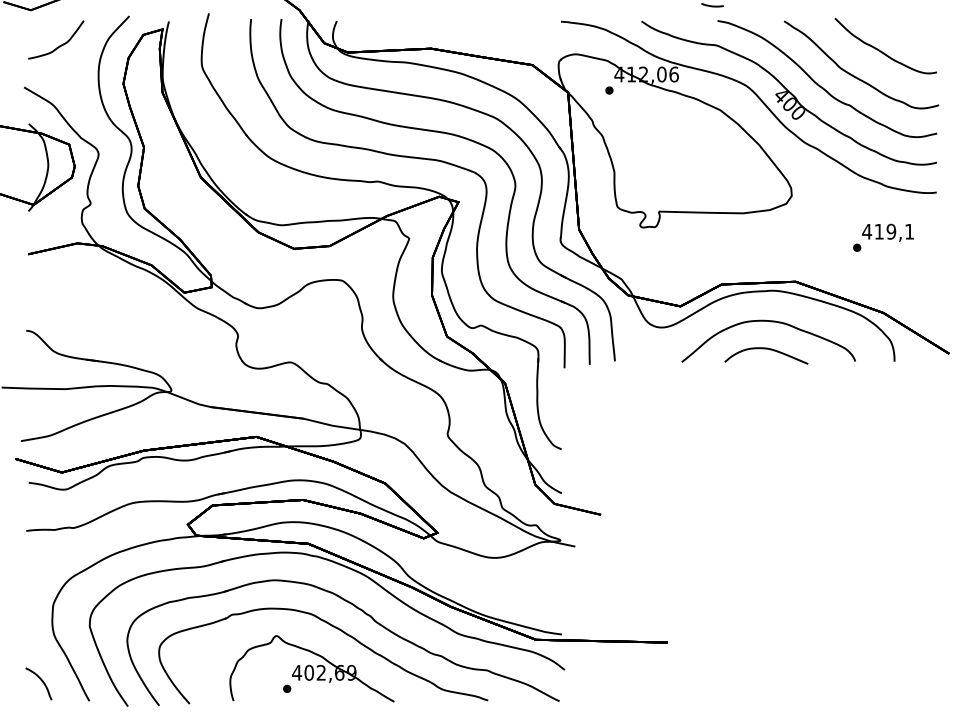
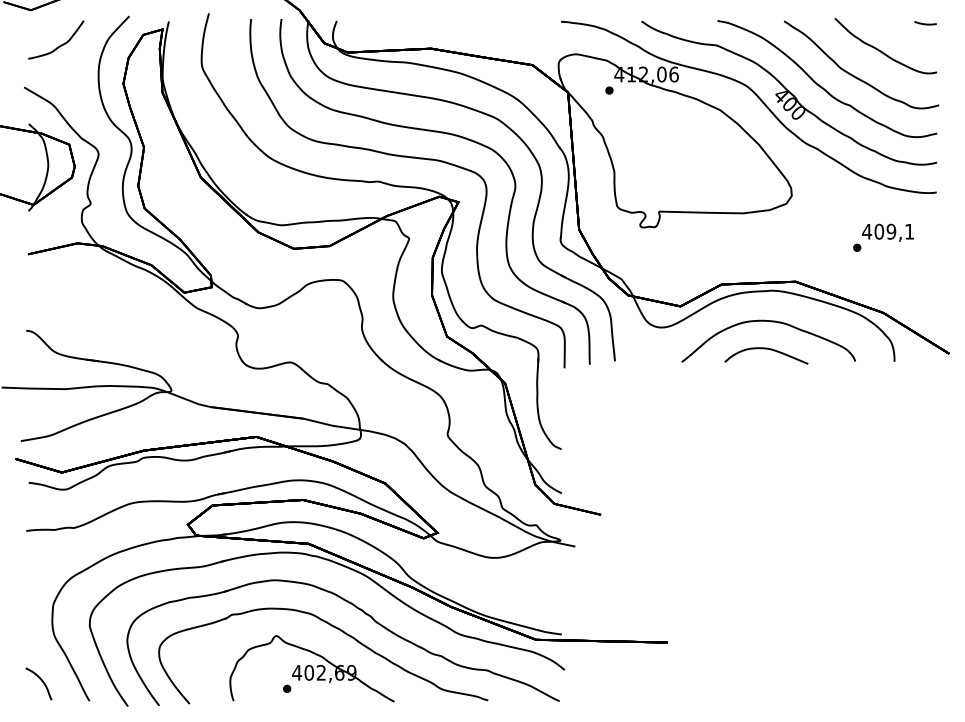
line at (712, 5) position: (712, 5) -> (925, 23)
text at (879, 231): 419,1 -> 409,1
